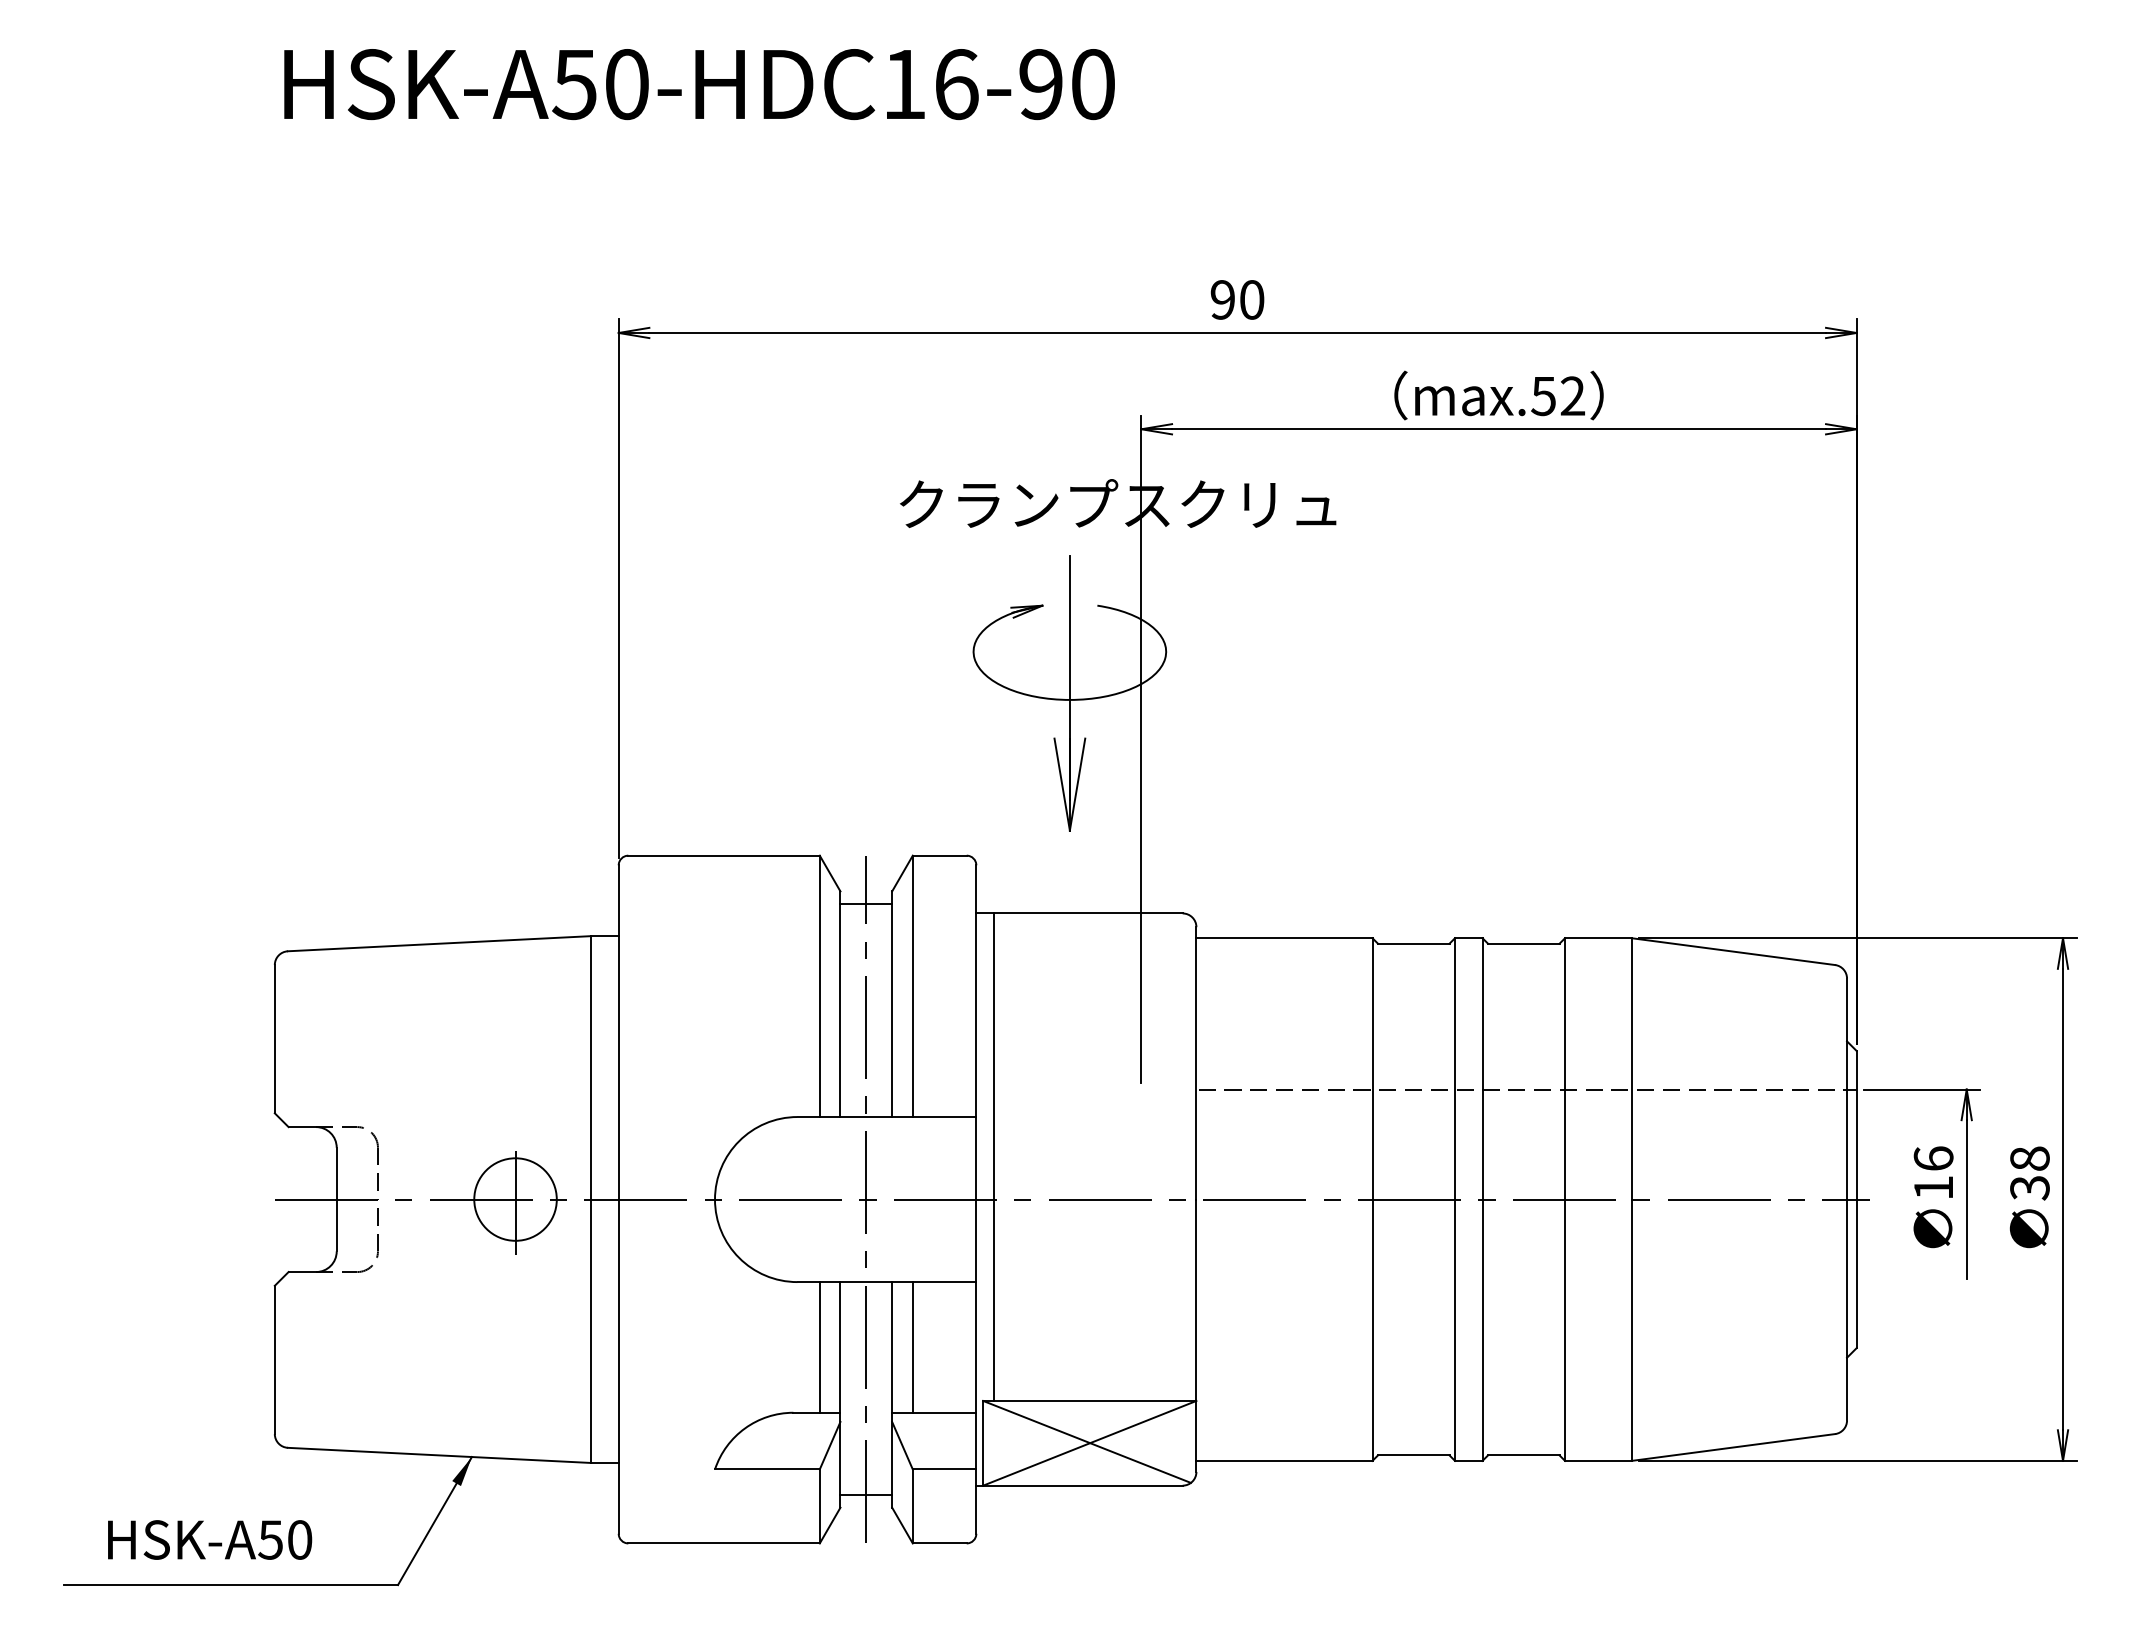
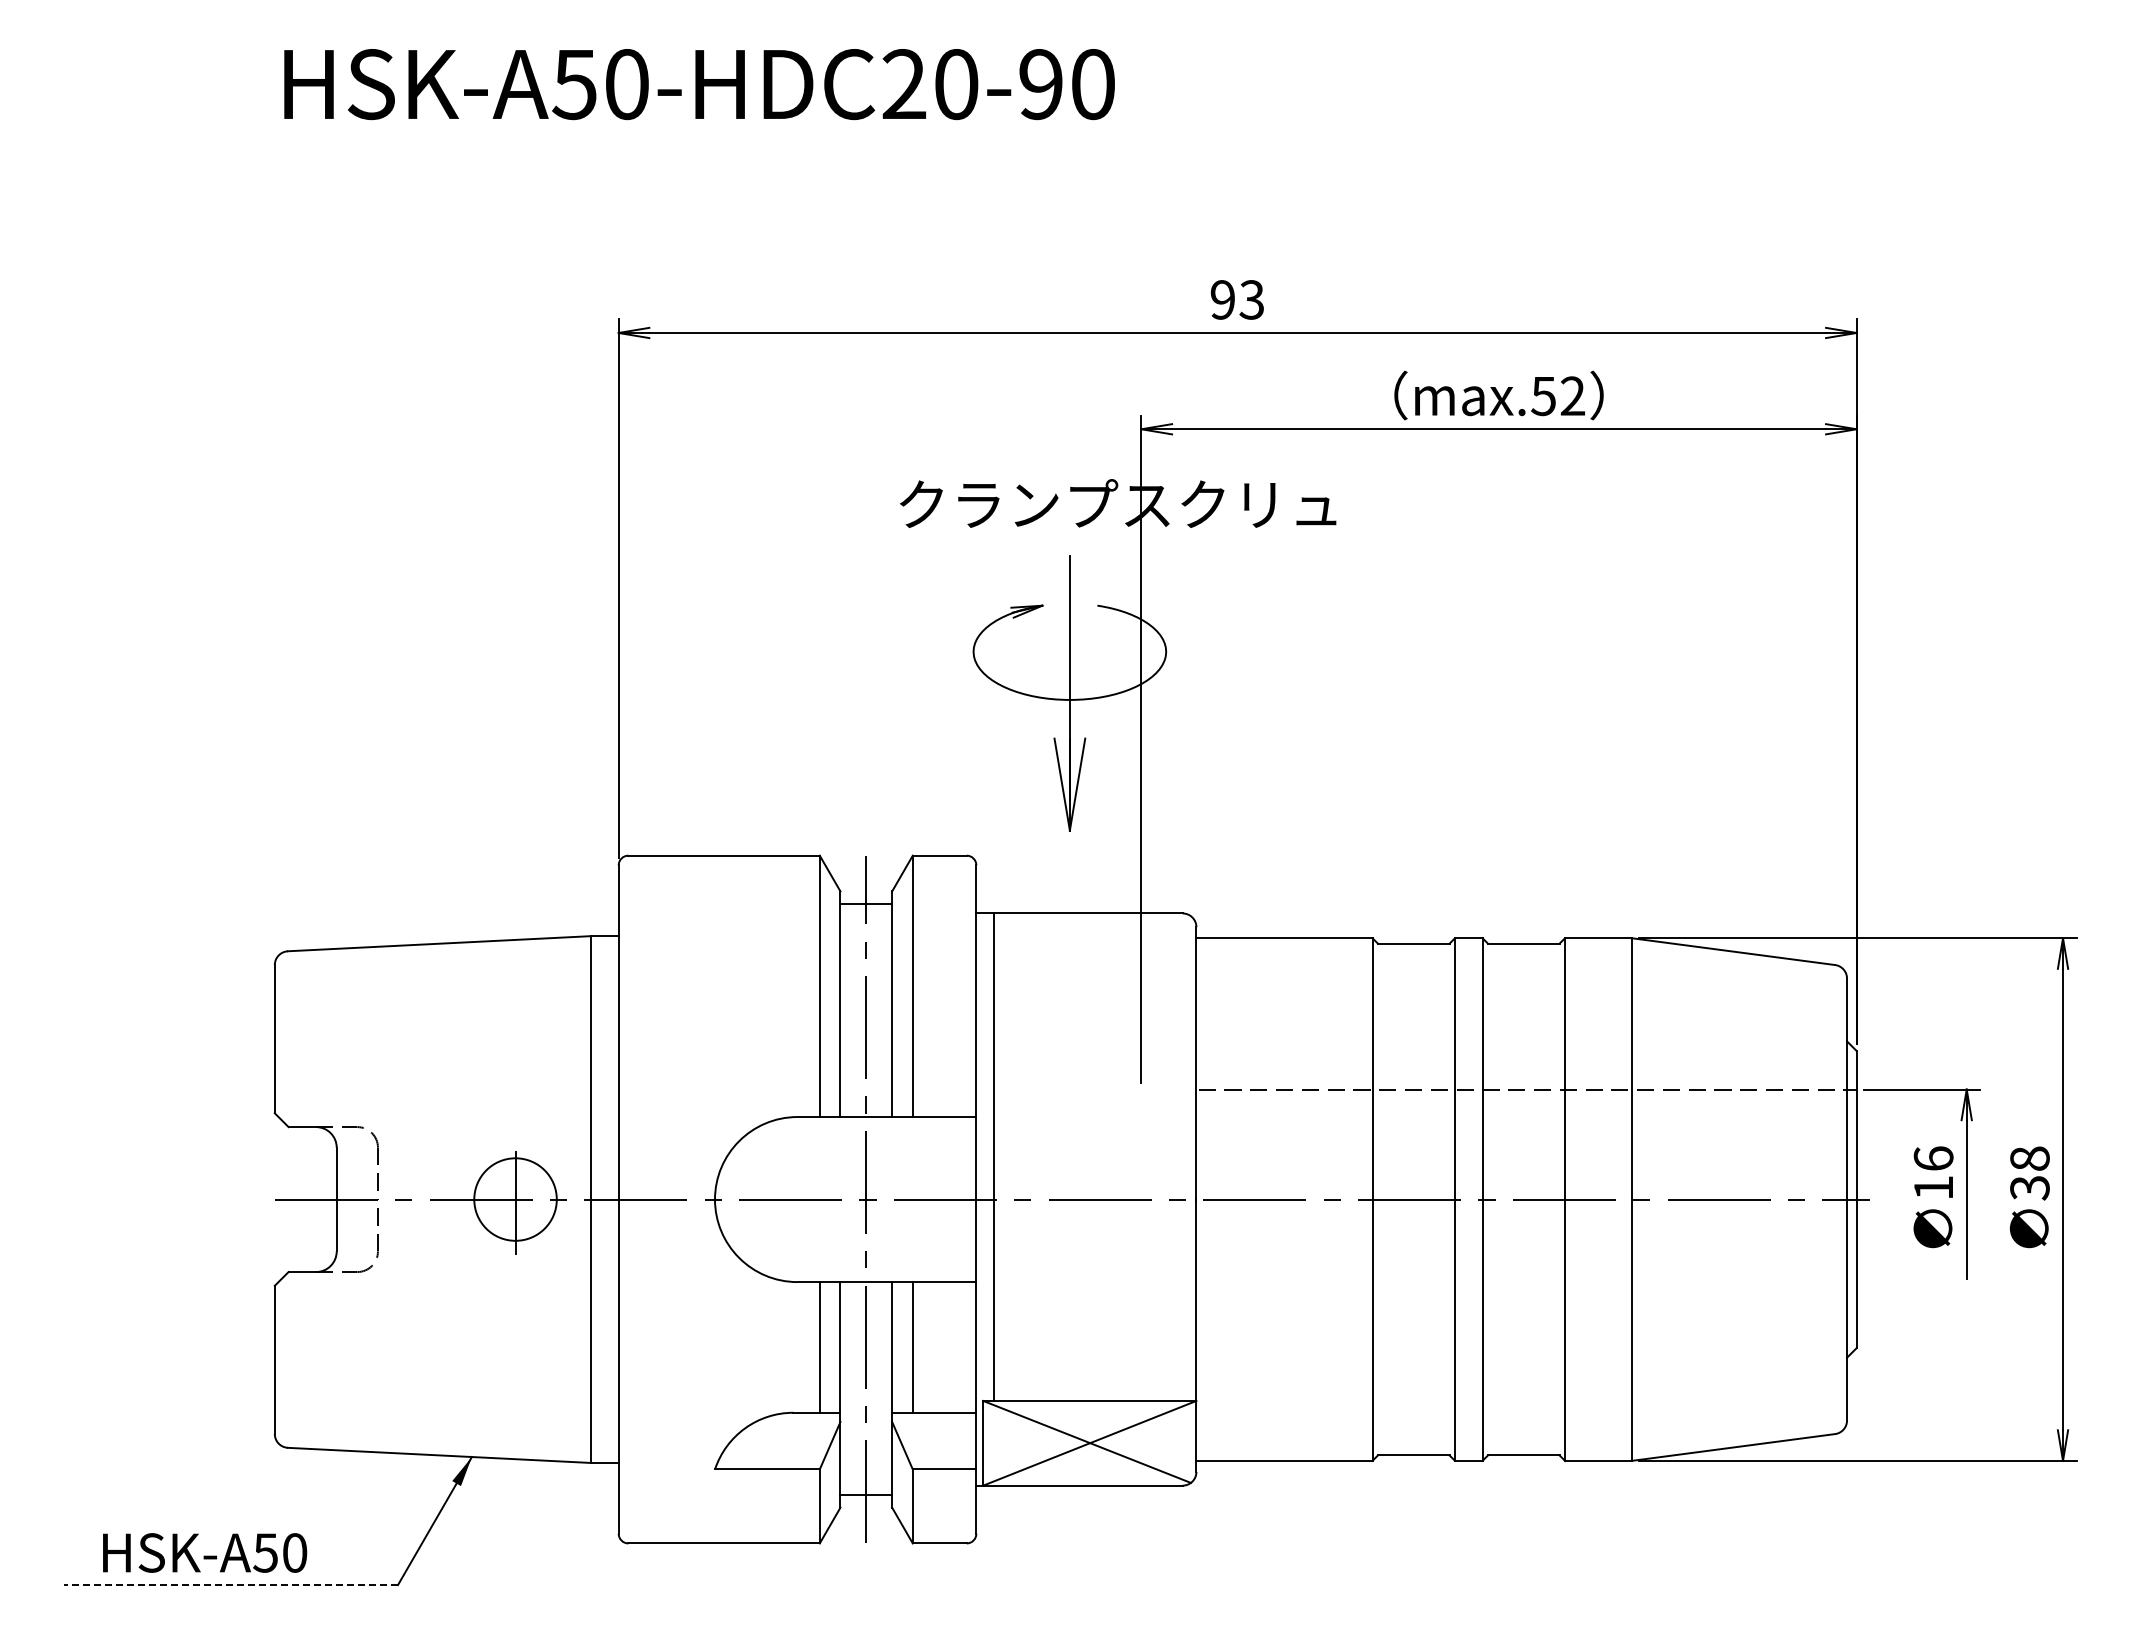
text at (930, 84): HSK-A50-HDC16-90 -> HSK-A50-HDC20-90
text at (1251, 299): 90 -> 93
text at (210, 1539) position: (210, 1539) -> (205, 1552)
line at (231, 1585): solid -> dashed
